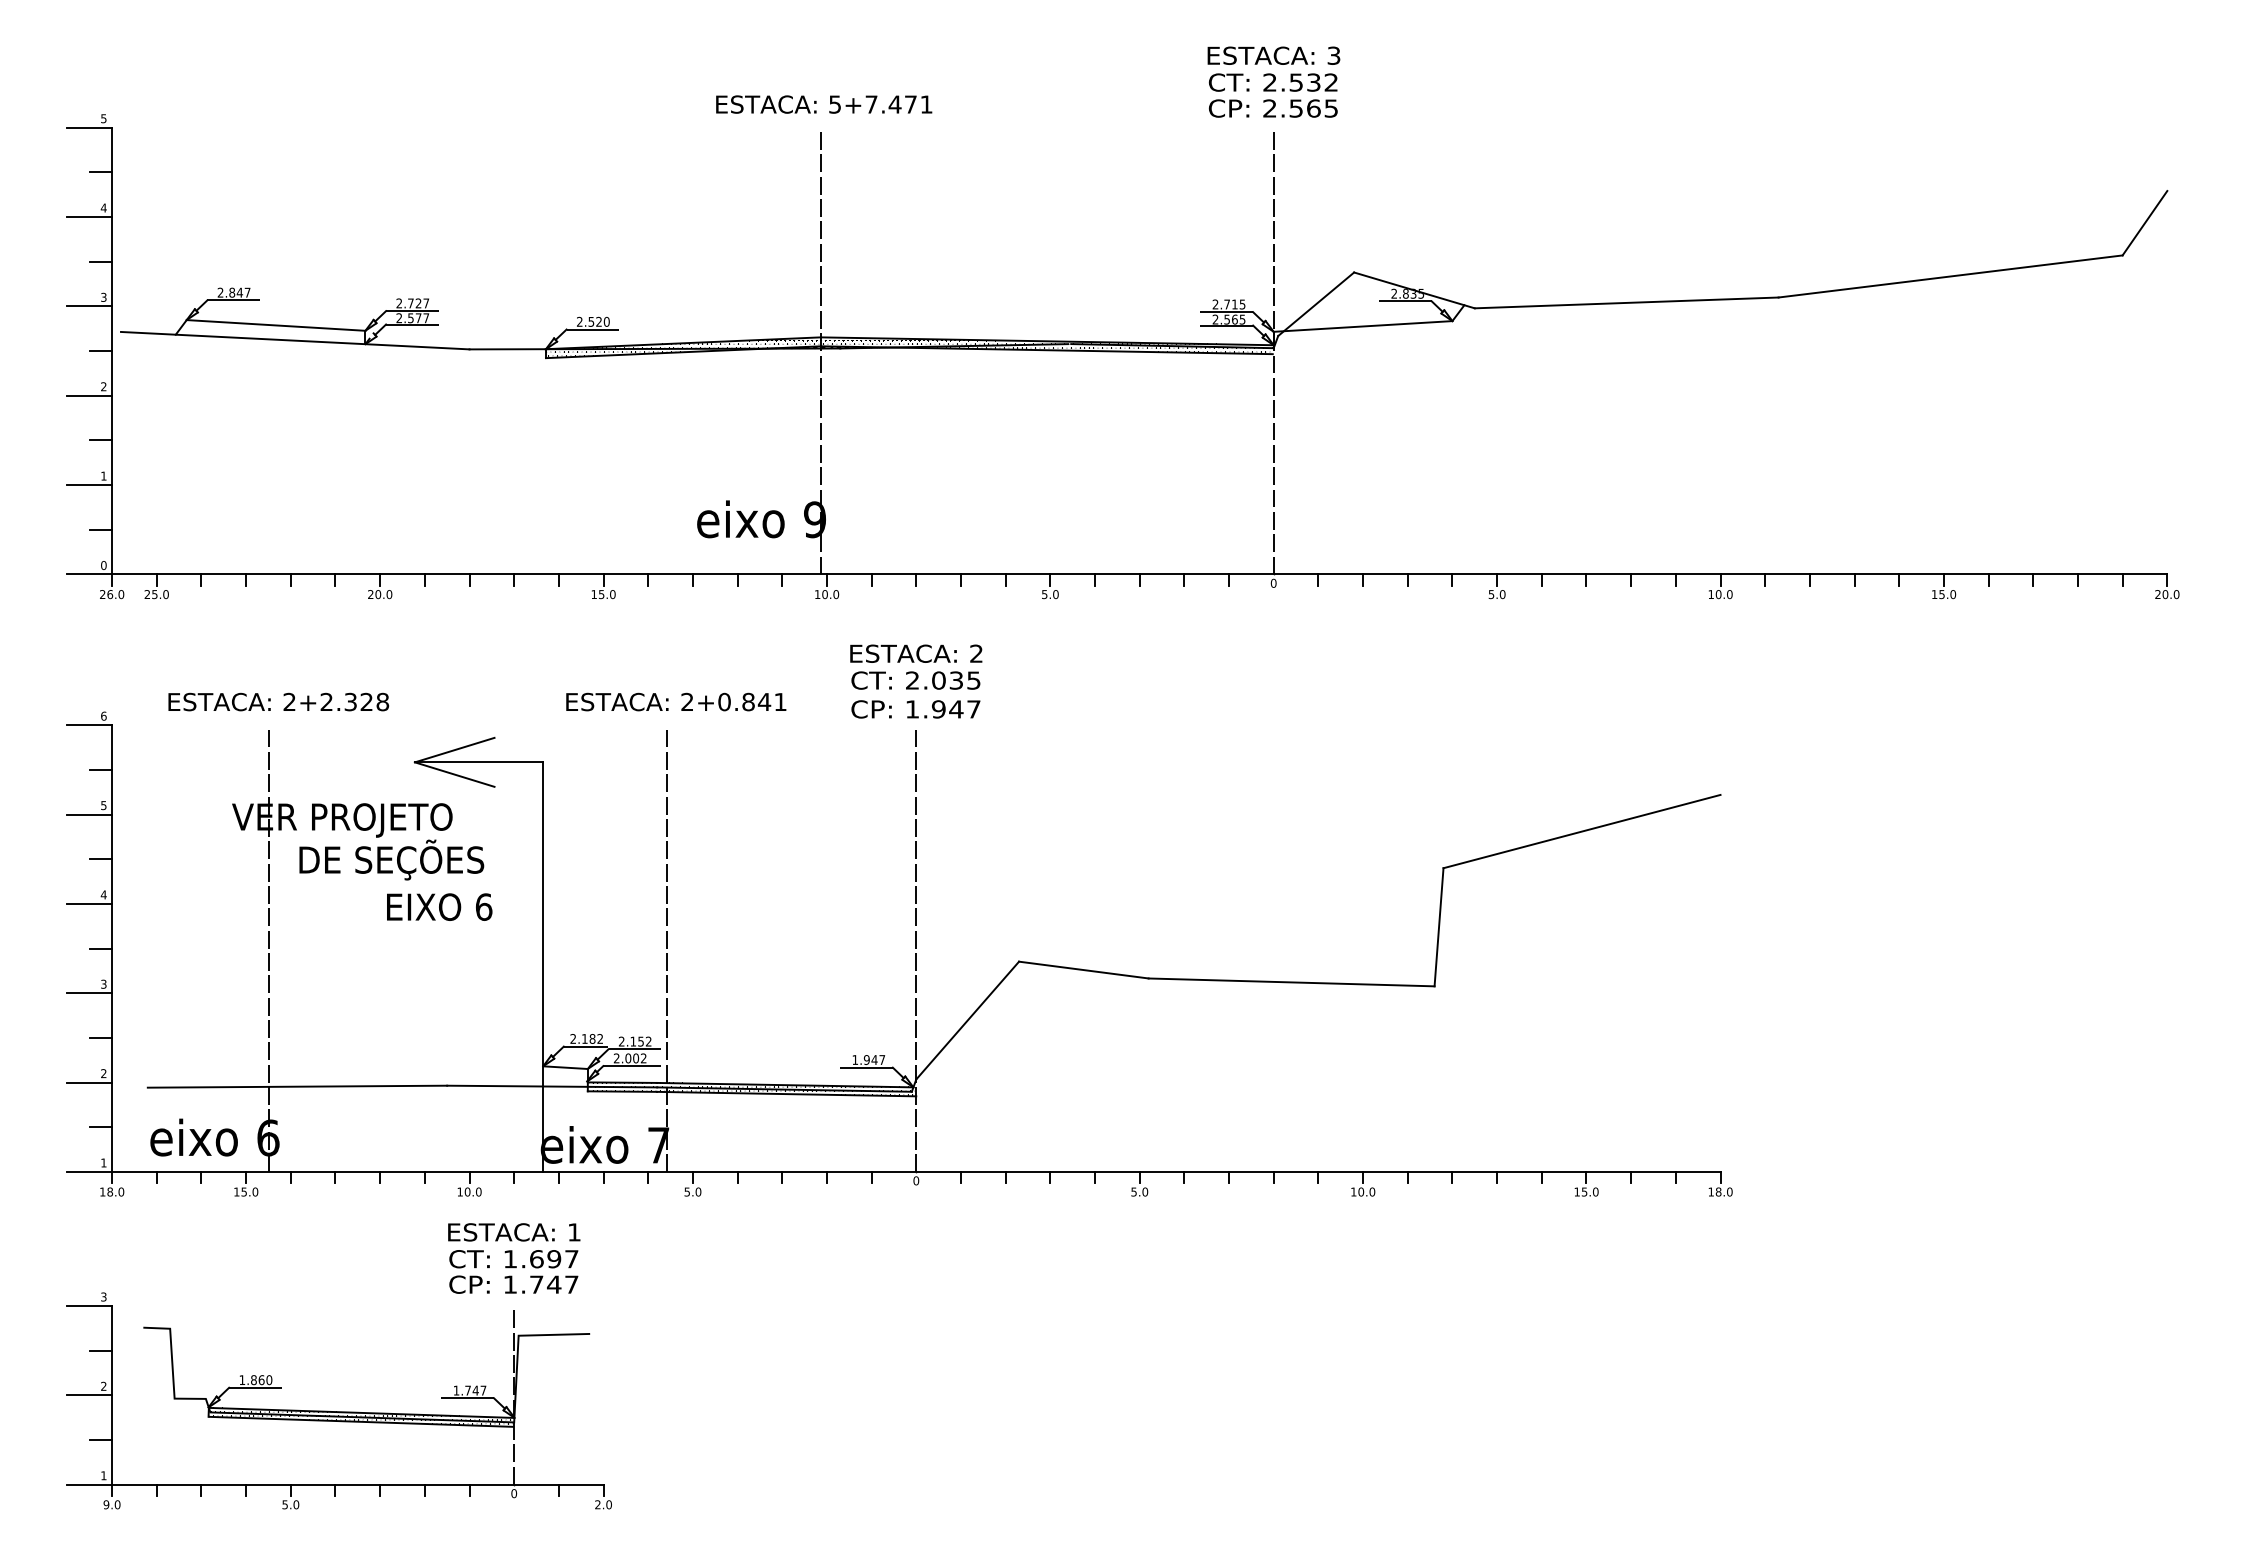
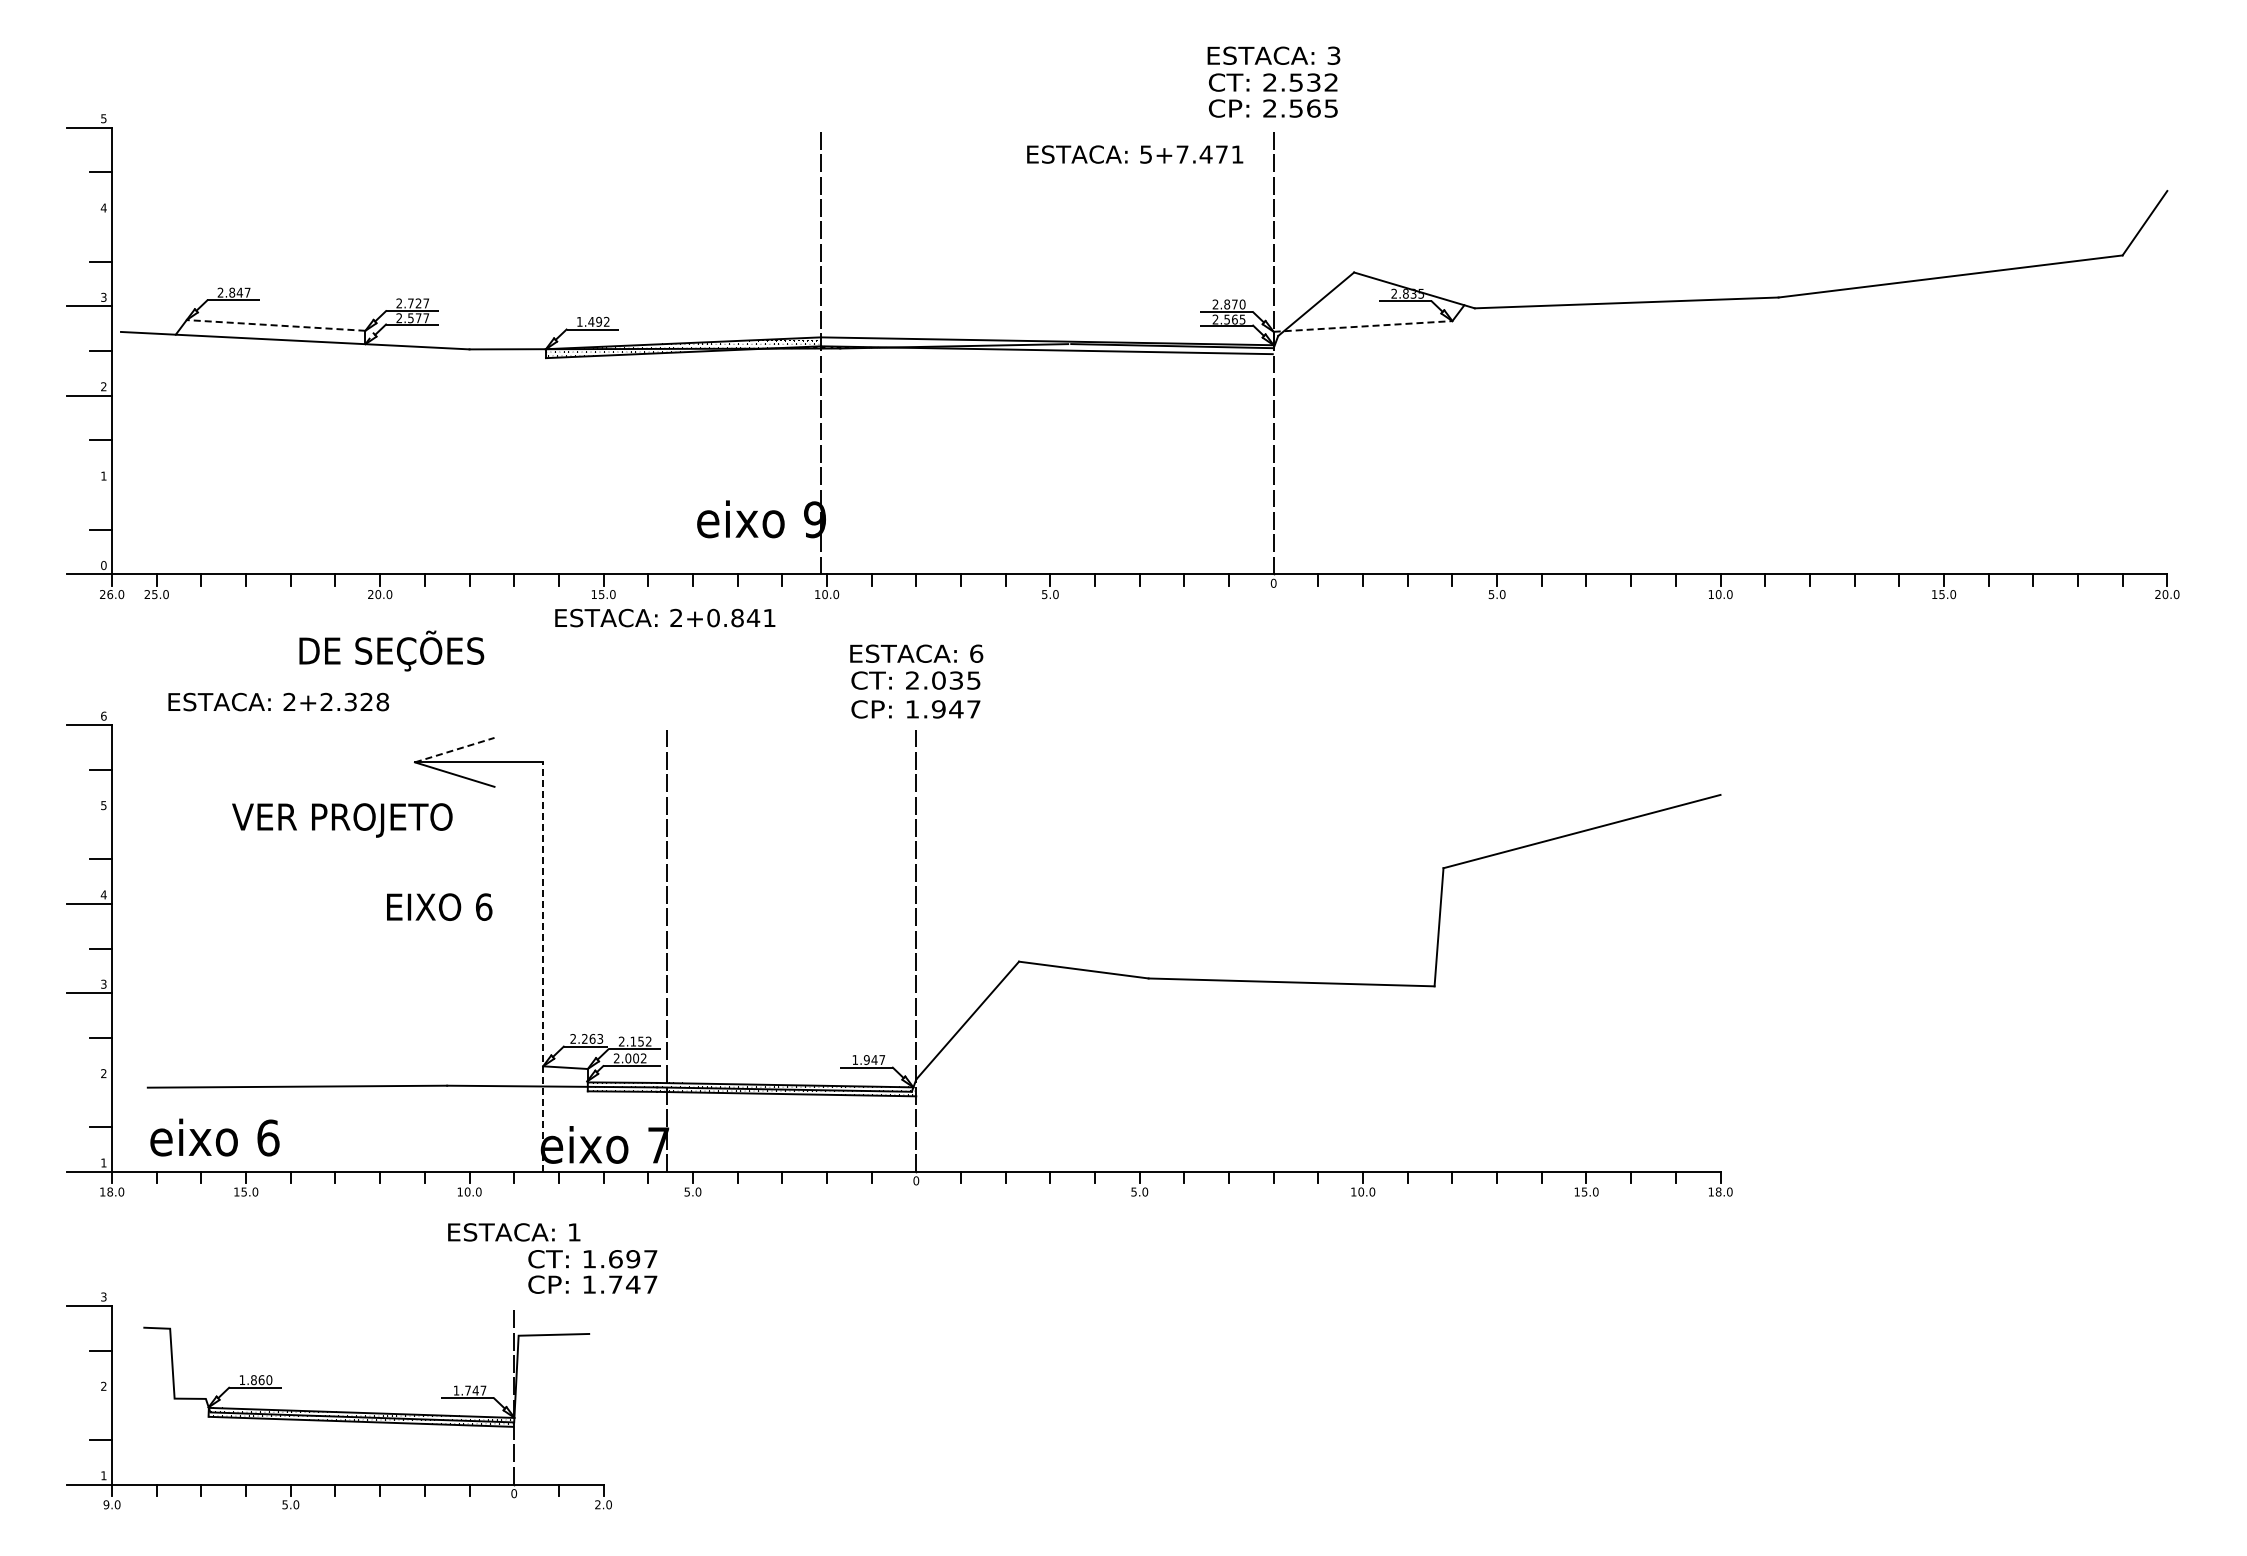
text at (824, 104) position: (824, 104) -> (1135, 154)
line at (89, 217): present -> none
text at (1234, 304): 2.715 -> 2.870
text at (593, 321): 2.520 -> 1.492
line at (276, 325): solid -> dashed
line at (1363, 326): solid -> dashed
hatch at (1046, 346): present -> none
line at (89, 485): present -> none
text at (976, 653): 2 -> 6
text at (676, 701) position: (676, 701) -> (665, 617)
line at (454, 750): solid -> dashed
line at (89, 814): present -> none
text at (391, 859) position: (391, 859) -> (391, 650)
line at (269, 948): present -> none
line at (543, 967): solid -> dashed
text at (592, 1038): 2.182 -> 2.263
line at (89, 1082): present -> none
text at (513, 1271) position: (513, 1271) -> (592, 1271)
line at (89, 1395): present -> none
